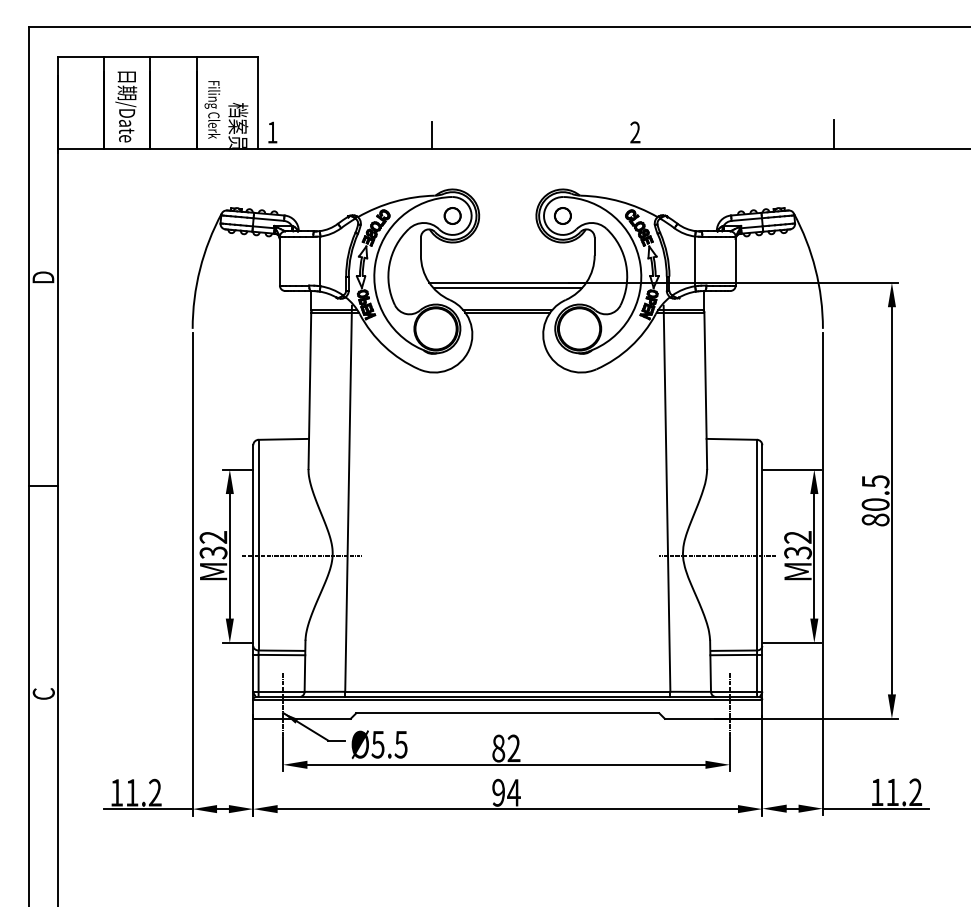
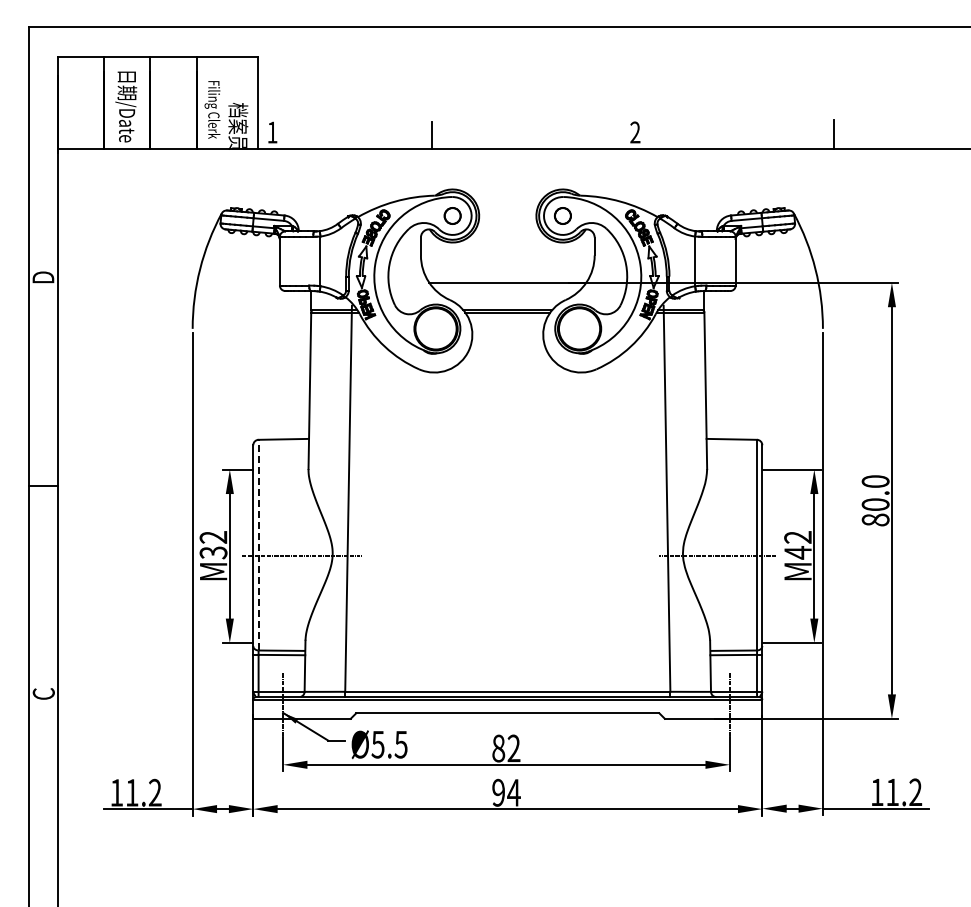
line at (507, 288): present -> none
text at (875, 481): 80.5 -> 80.0
line at (258, 544): solid -> dashed
text at (797, 552): M32 -> M42
